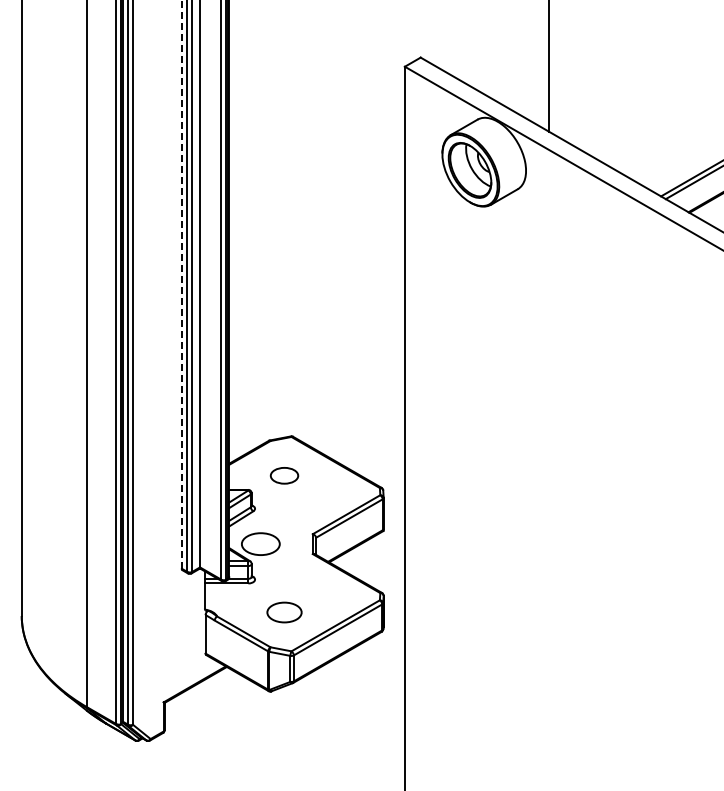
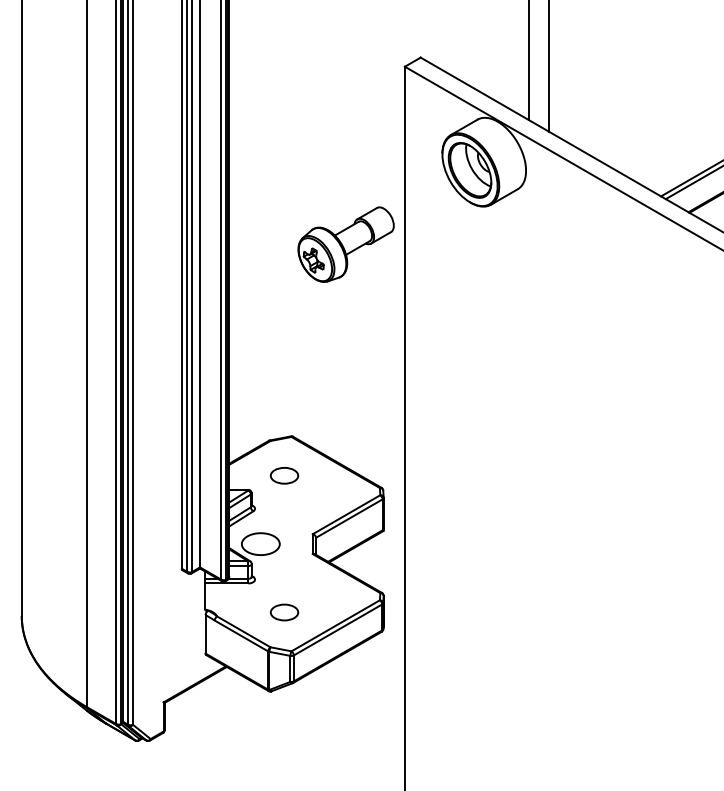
line at (529, 61): none -> present
part at (345, 244): none -> present
line at (181, 284): dashed -> solid
part at (284, 612) size: 37x23 px -> 31x19 px
